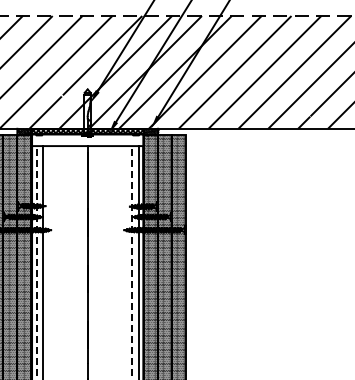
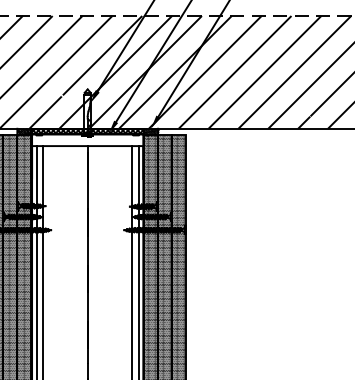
line at (36, 262): dashed -> solid
line at (132, 262): dashed -> solid
